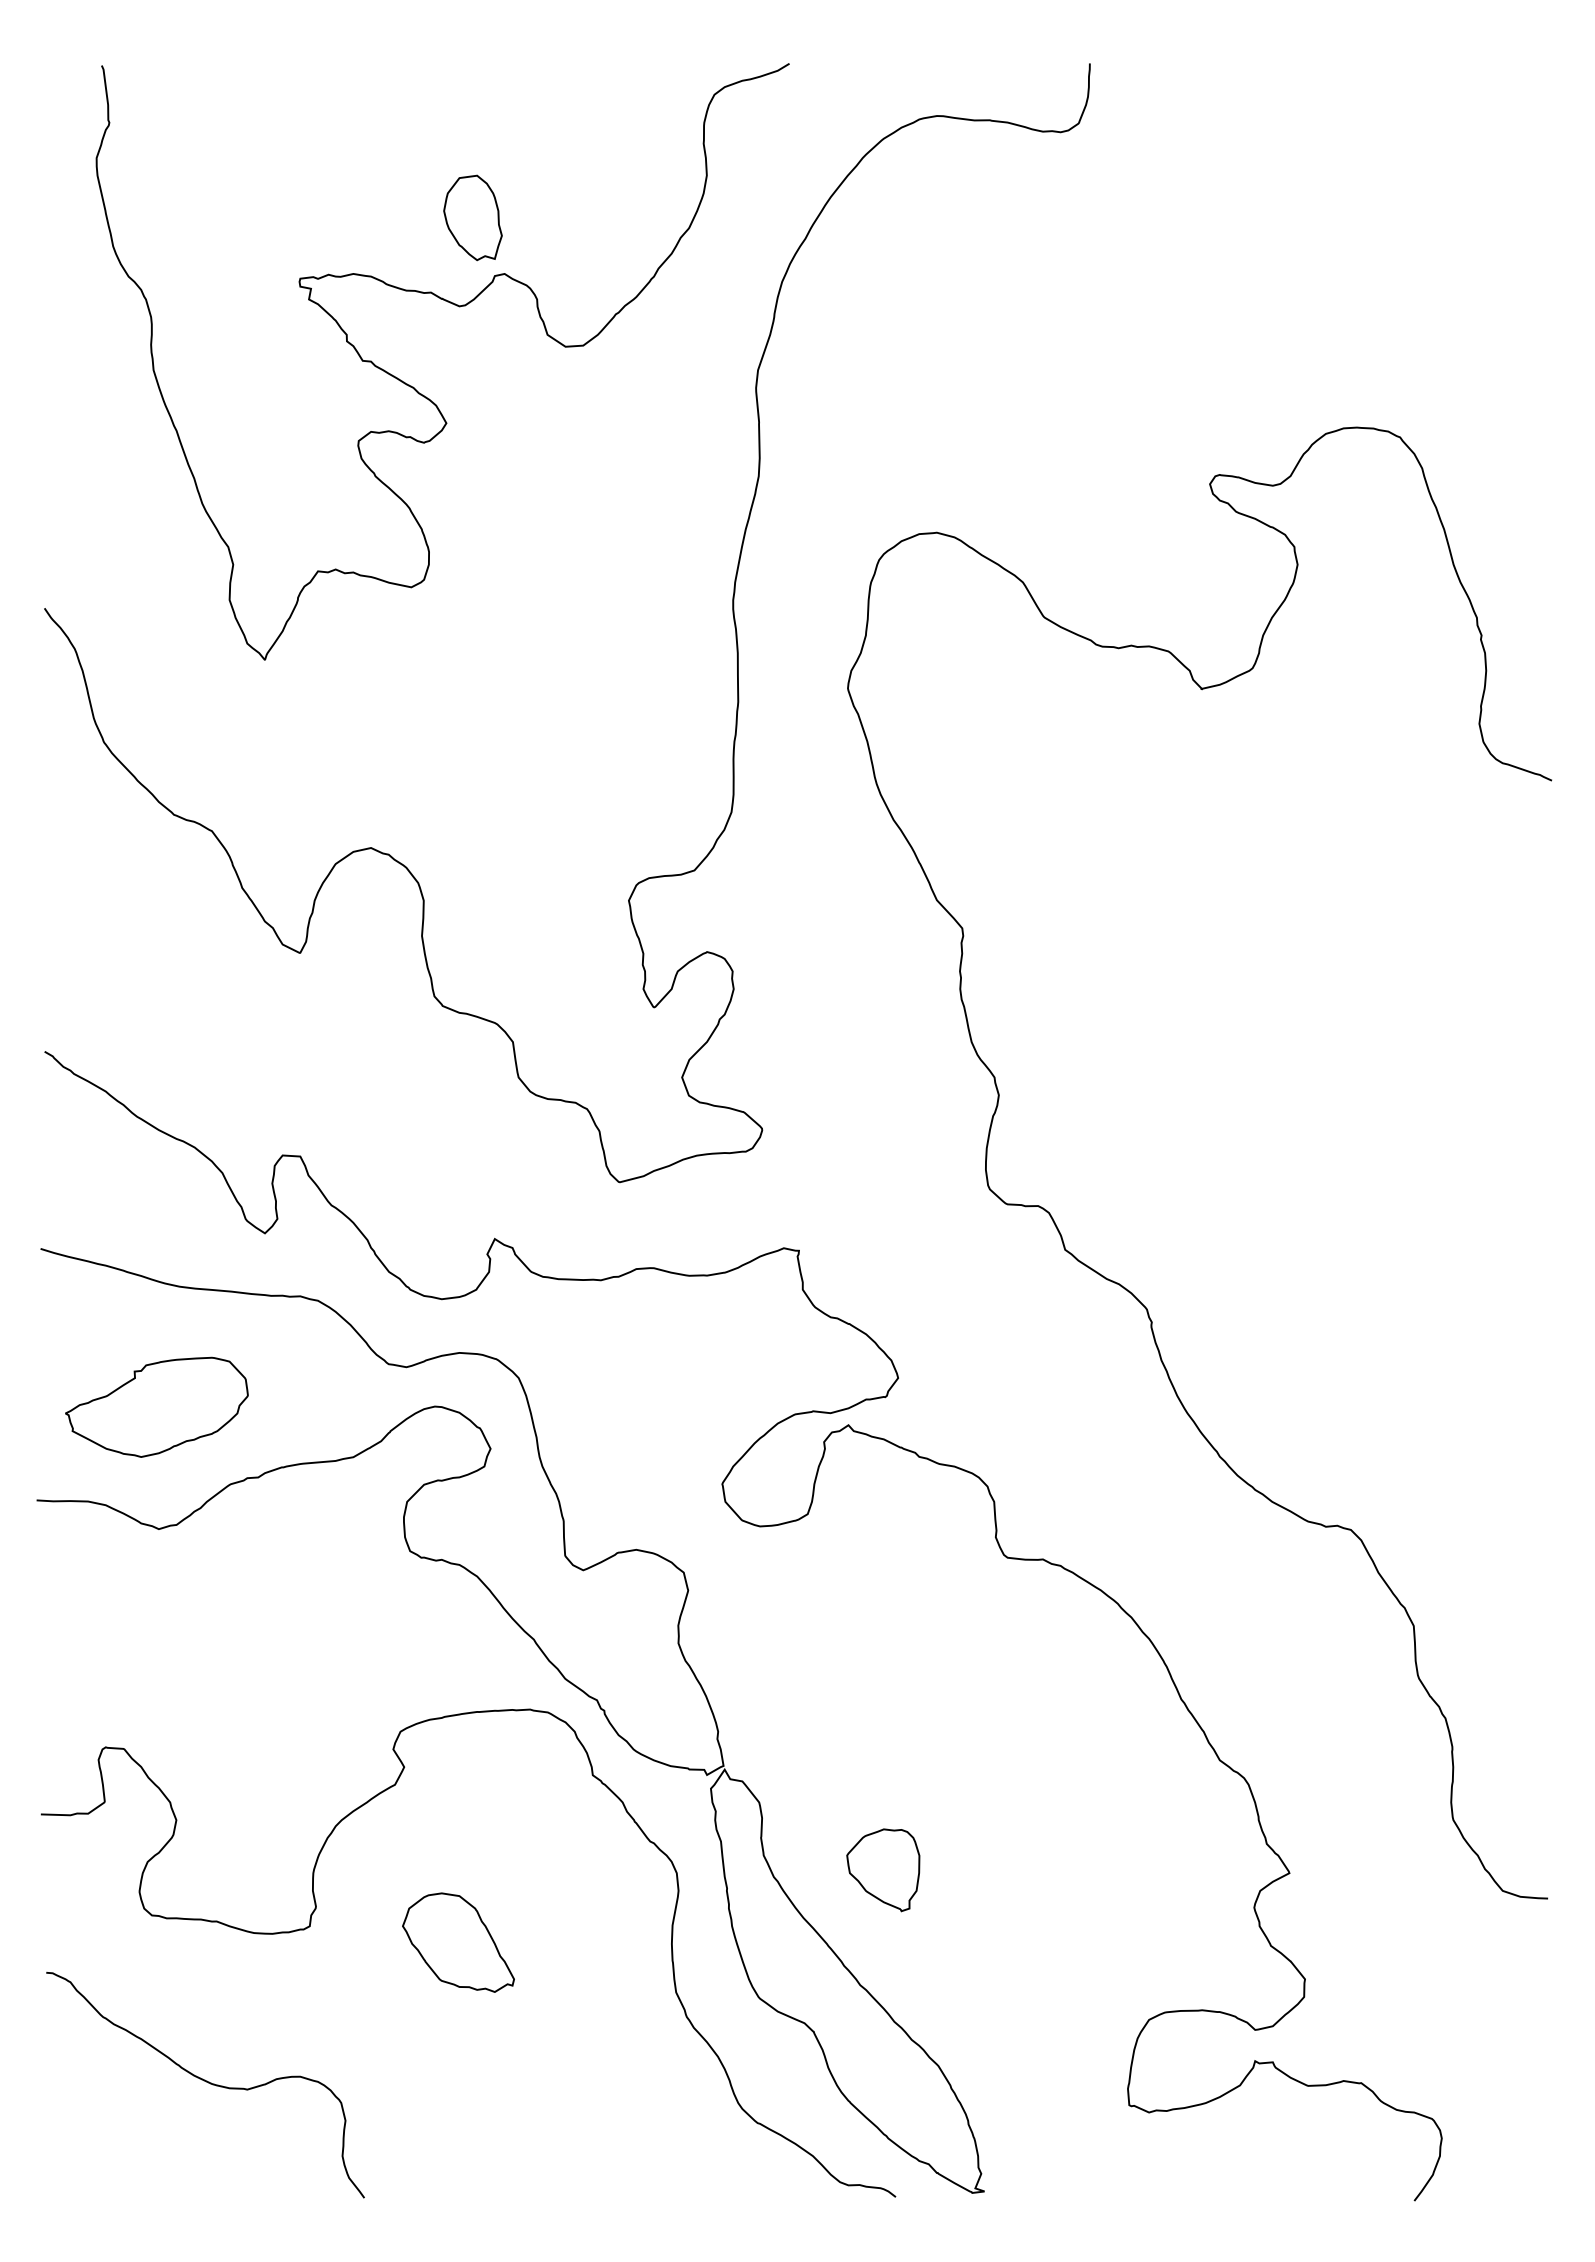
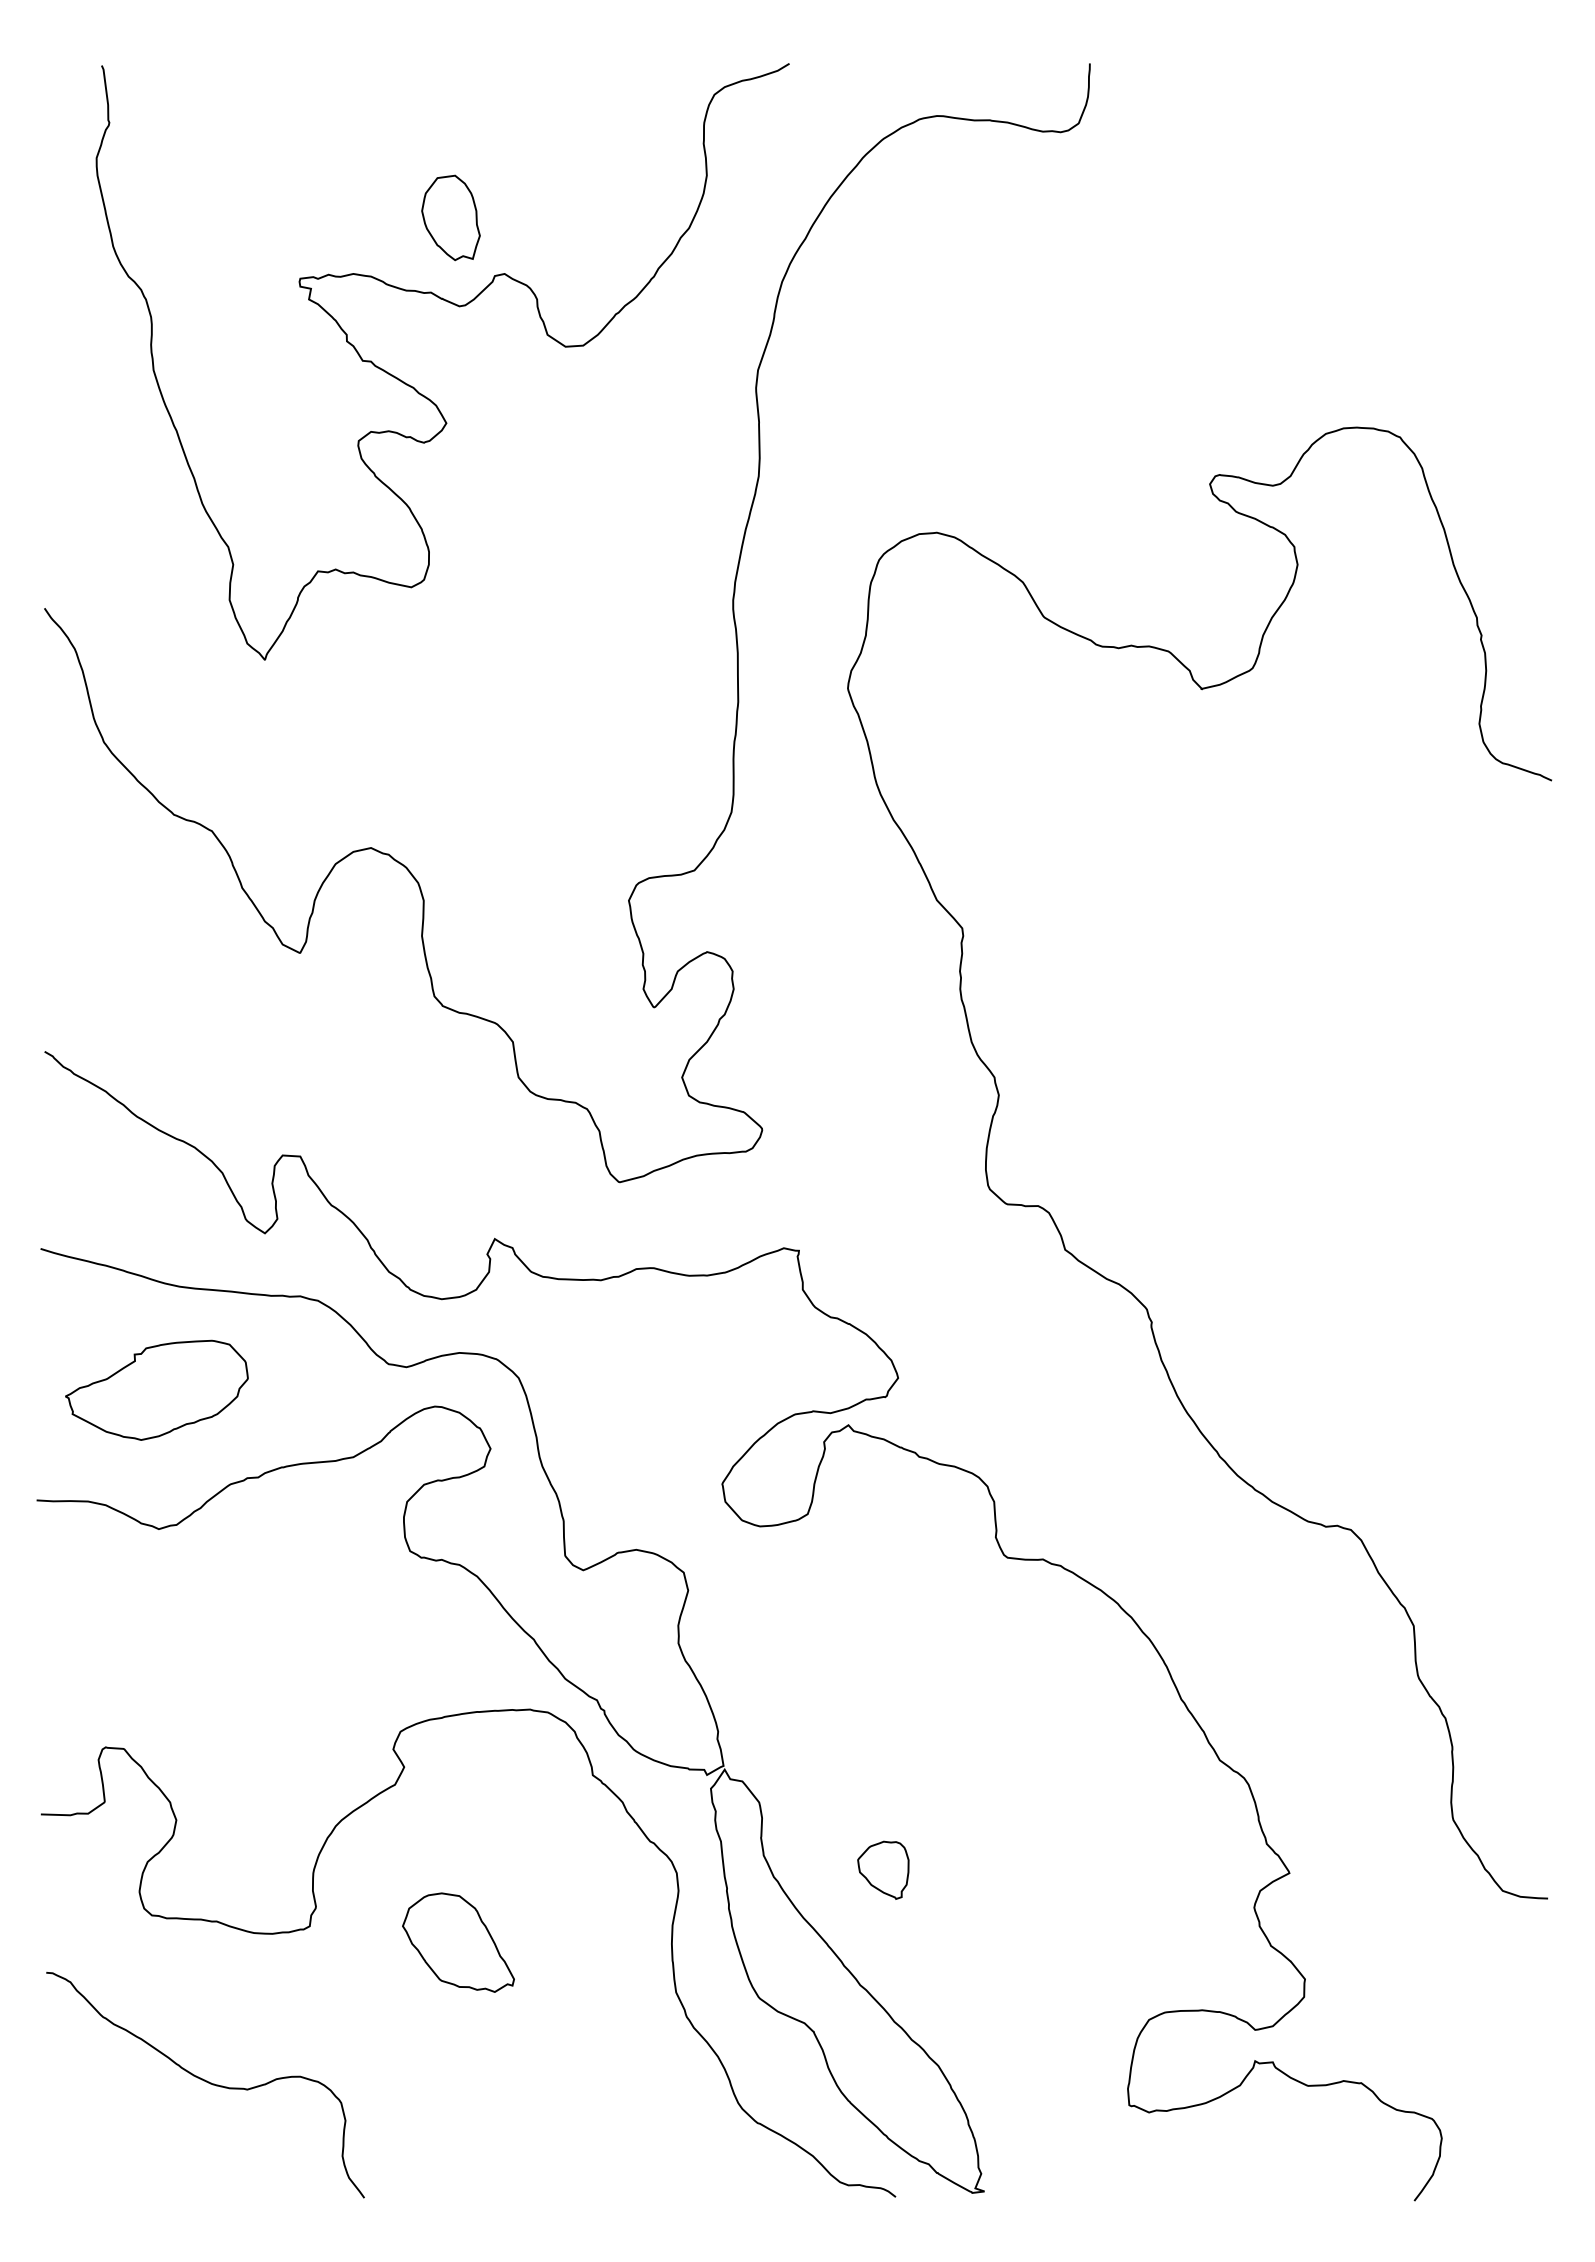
part at (472, 217) position: (472, 217) -> (450, 217)
part at (156, 1406) position: (156, 1406) -> (156, 1389)
part at (883, 1870) size: 75x85 px -> 53x60 px
